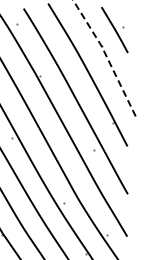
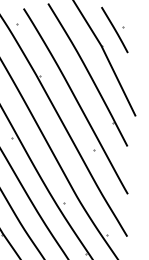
line at (106, 55): dashed -> solid
